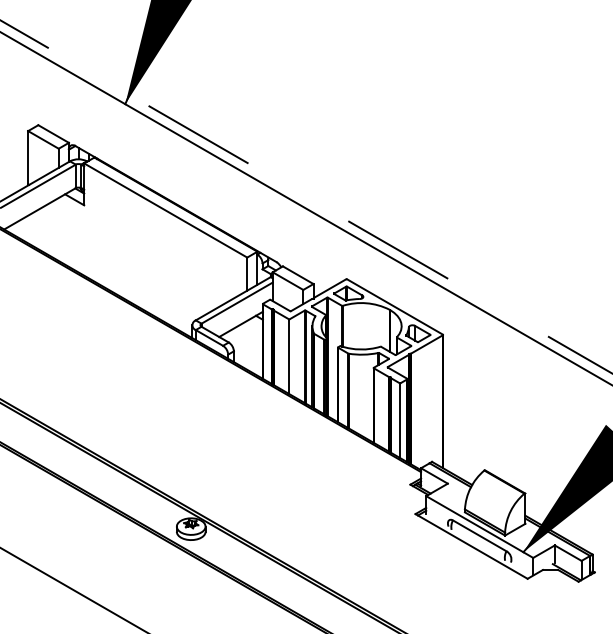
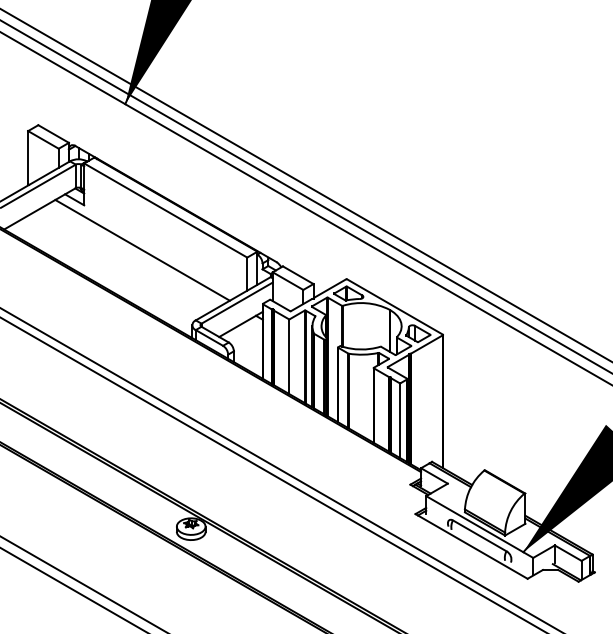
line at (305, 185): none -> present
line at (306, 197): dashed -> solid
line at (142, 249): none -> present
line at (280, 469): none -> present
line at (272, 474): none -> present
line at (83, 583): none -> present
